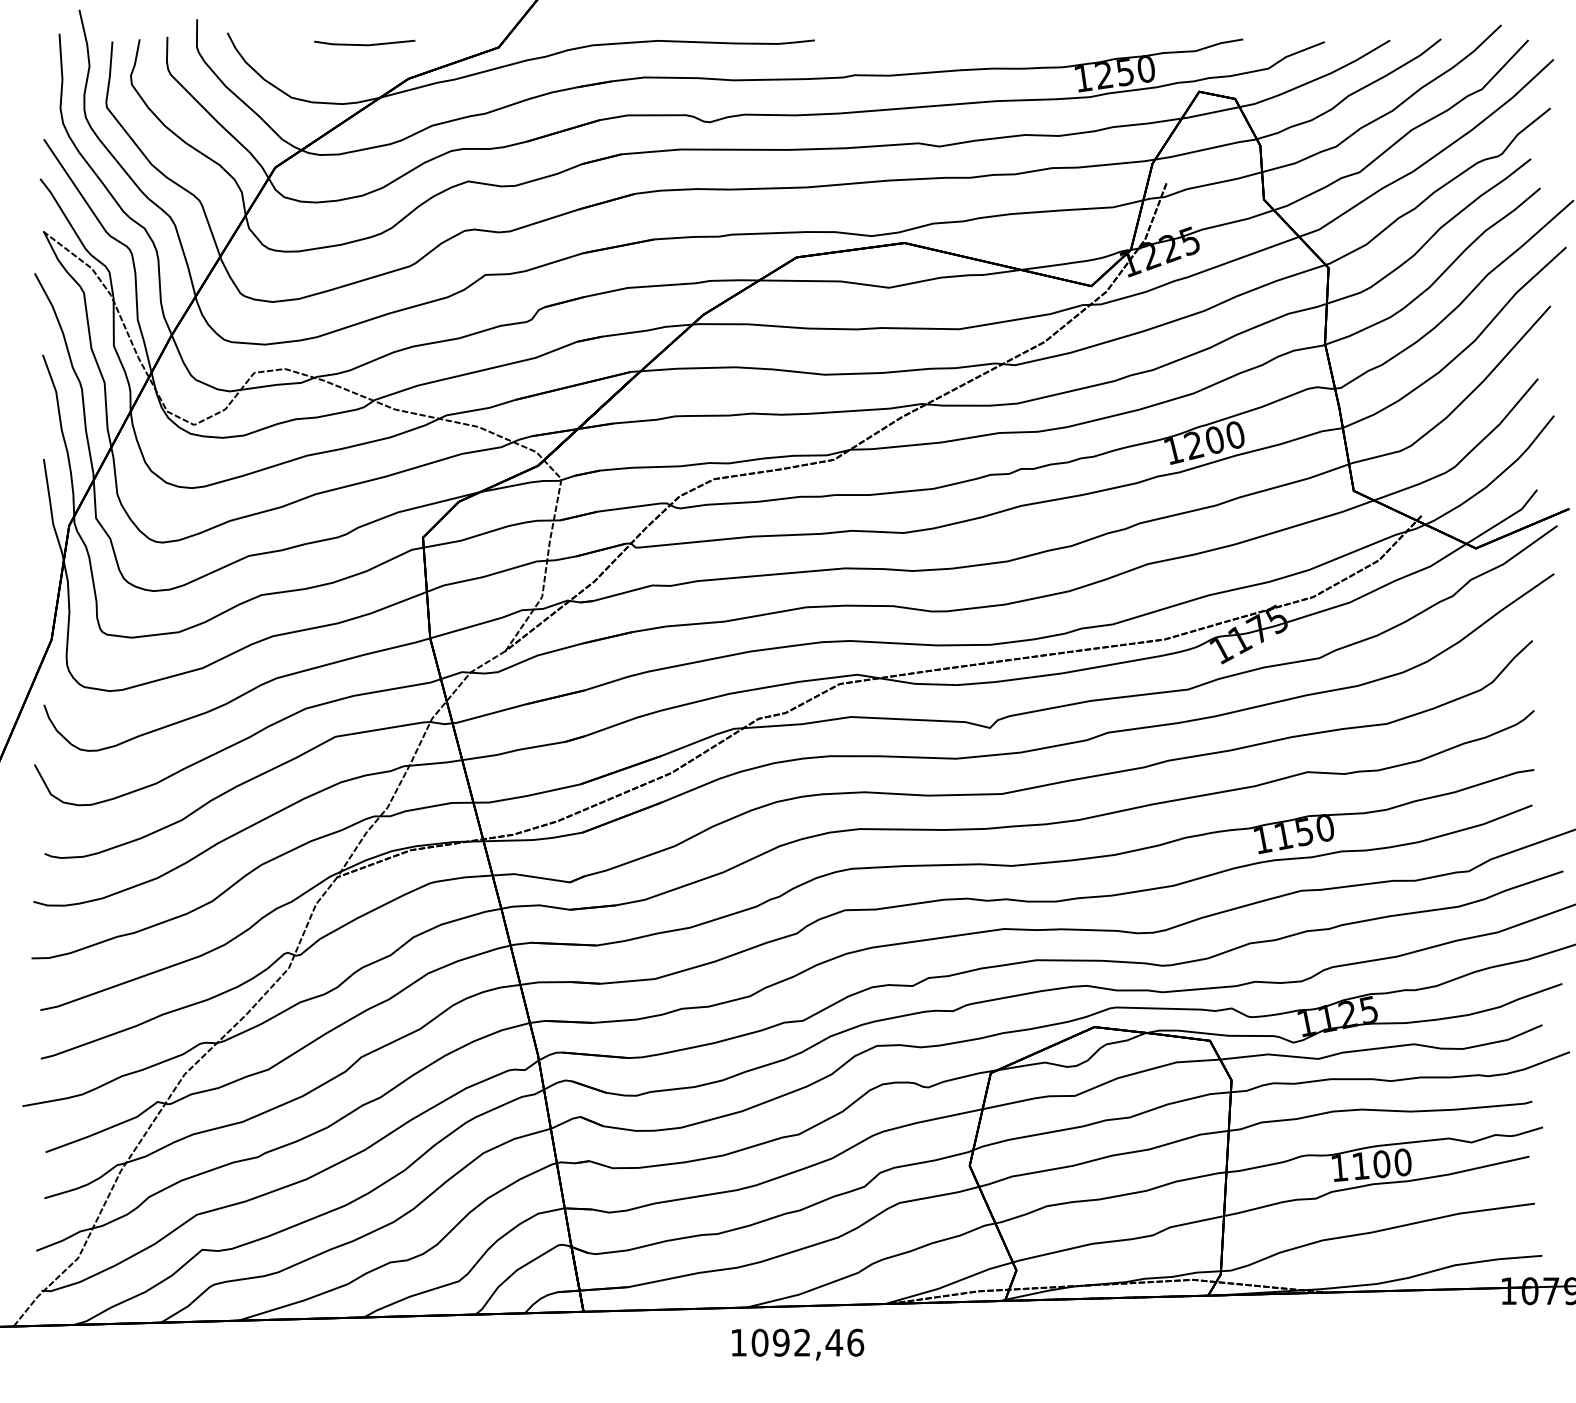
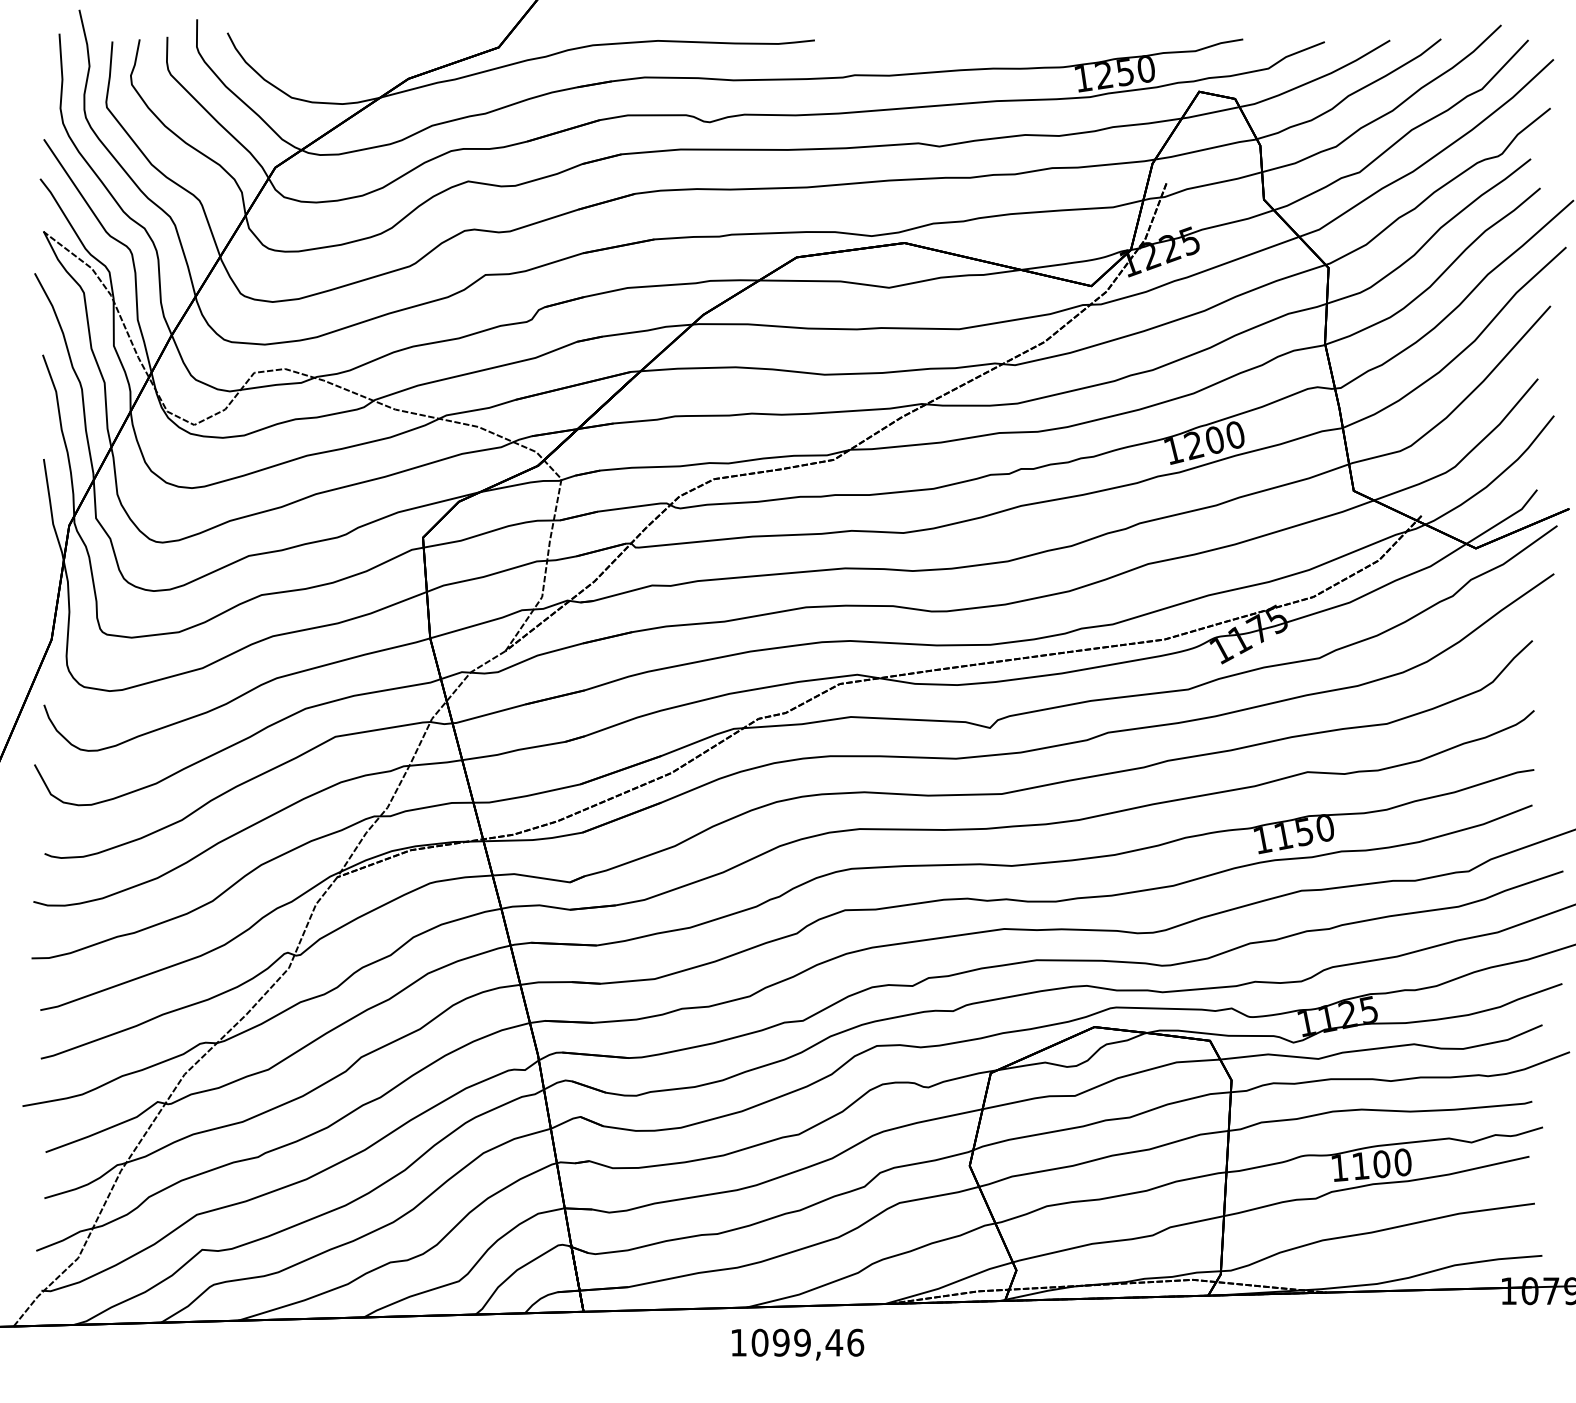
line at (364, 44): present -> none
text at (802, 1342): 1092,46 -> 1099,46
